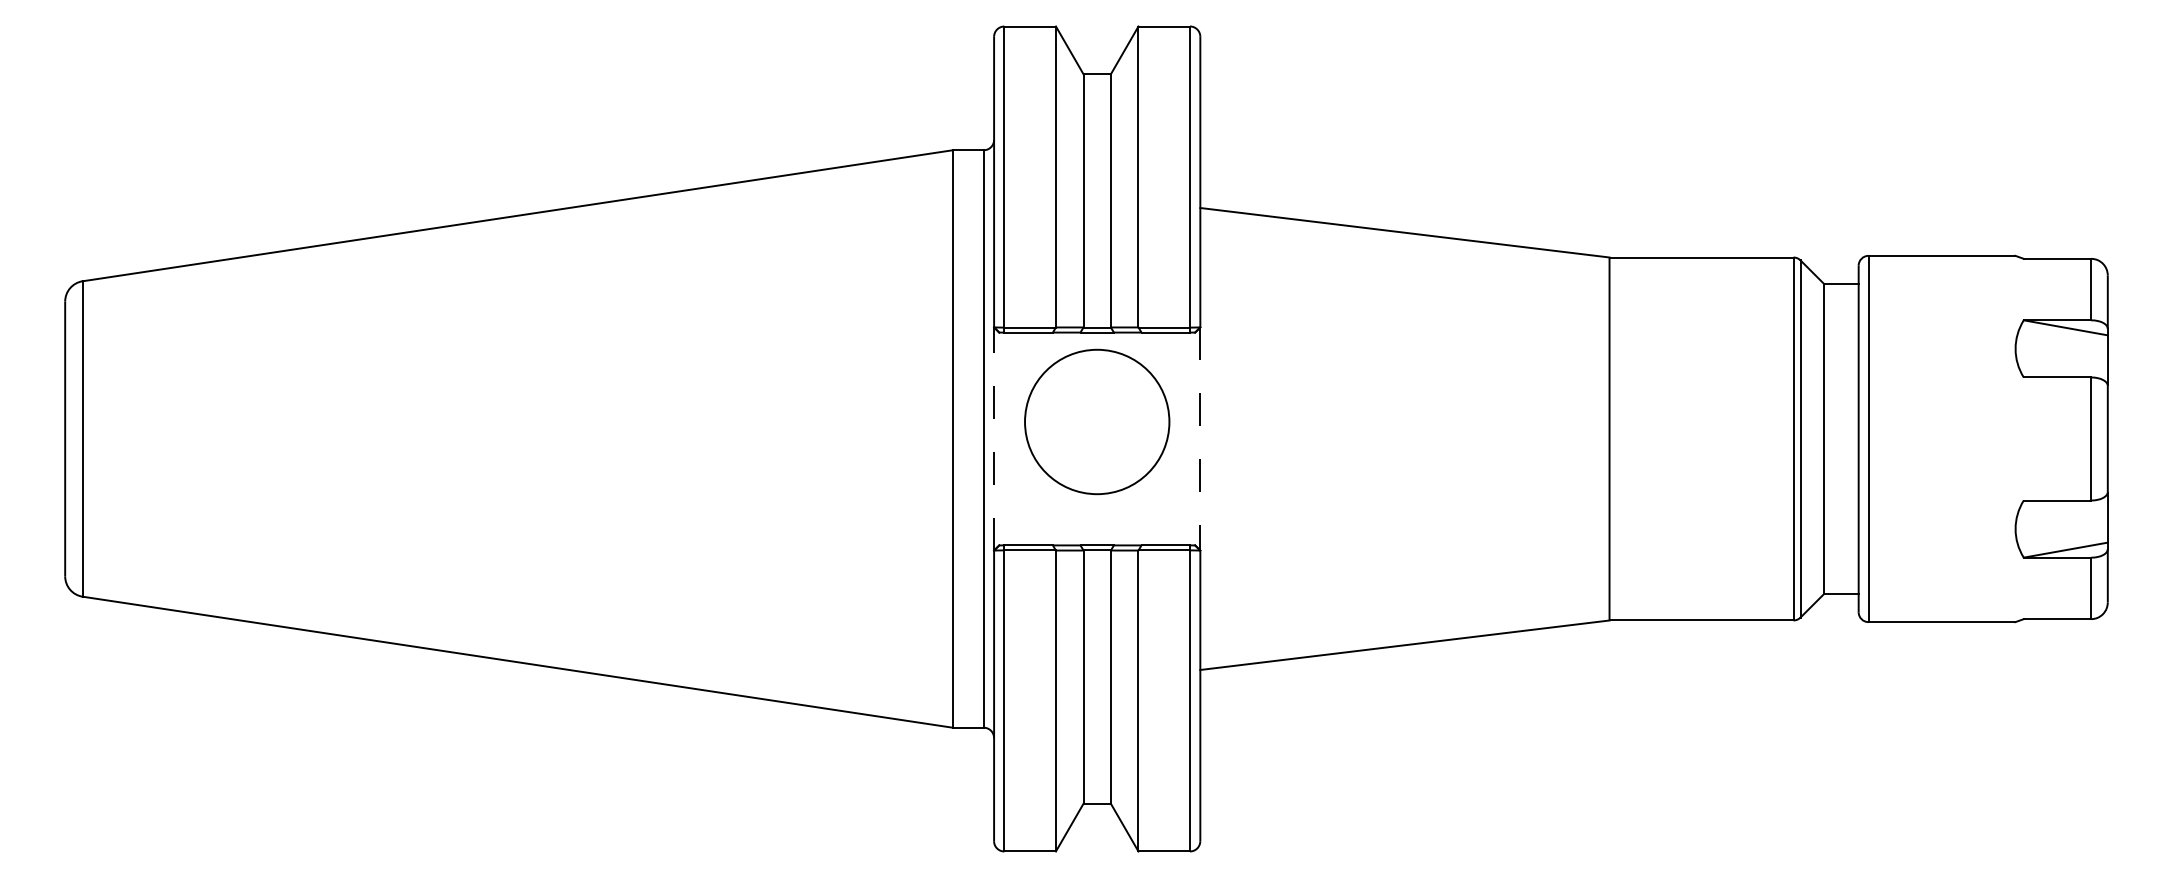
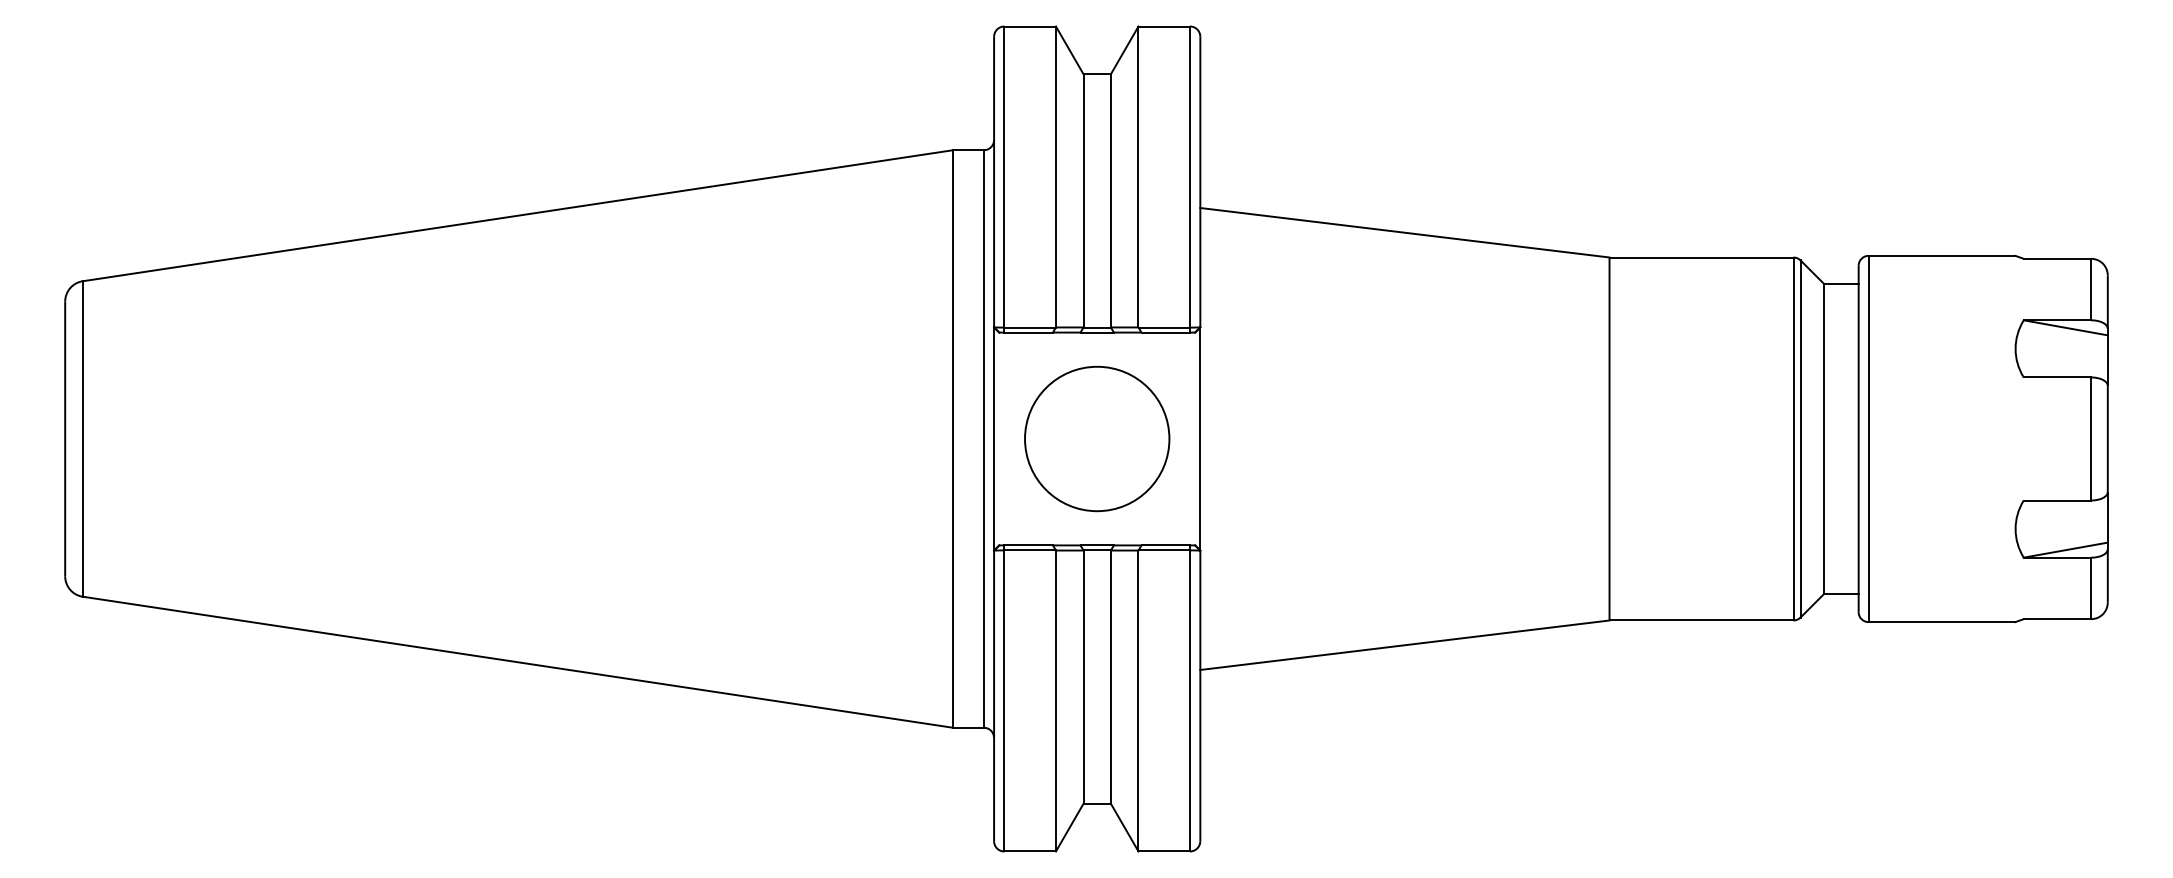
circle at (1097, 421) position: (1097, 421) -> (1097, 438)
line at (994, 439): dashed -> solid
line at (1200, 439): dashed -> solid
